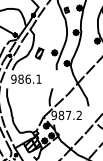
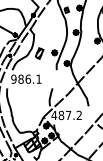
text at (54, 115): 987.2 -> 487.2
